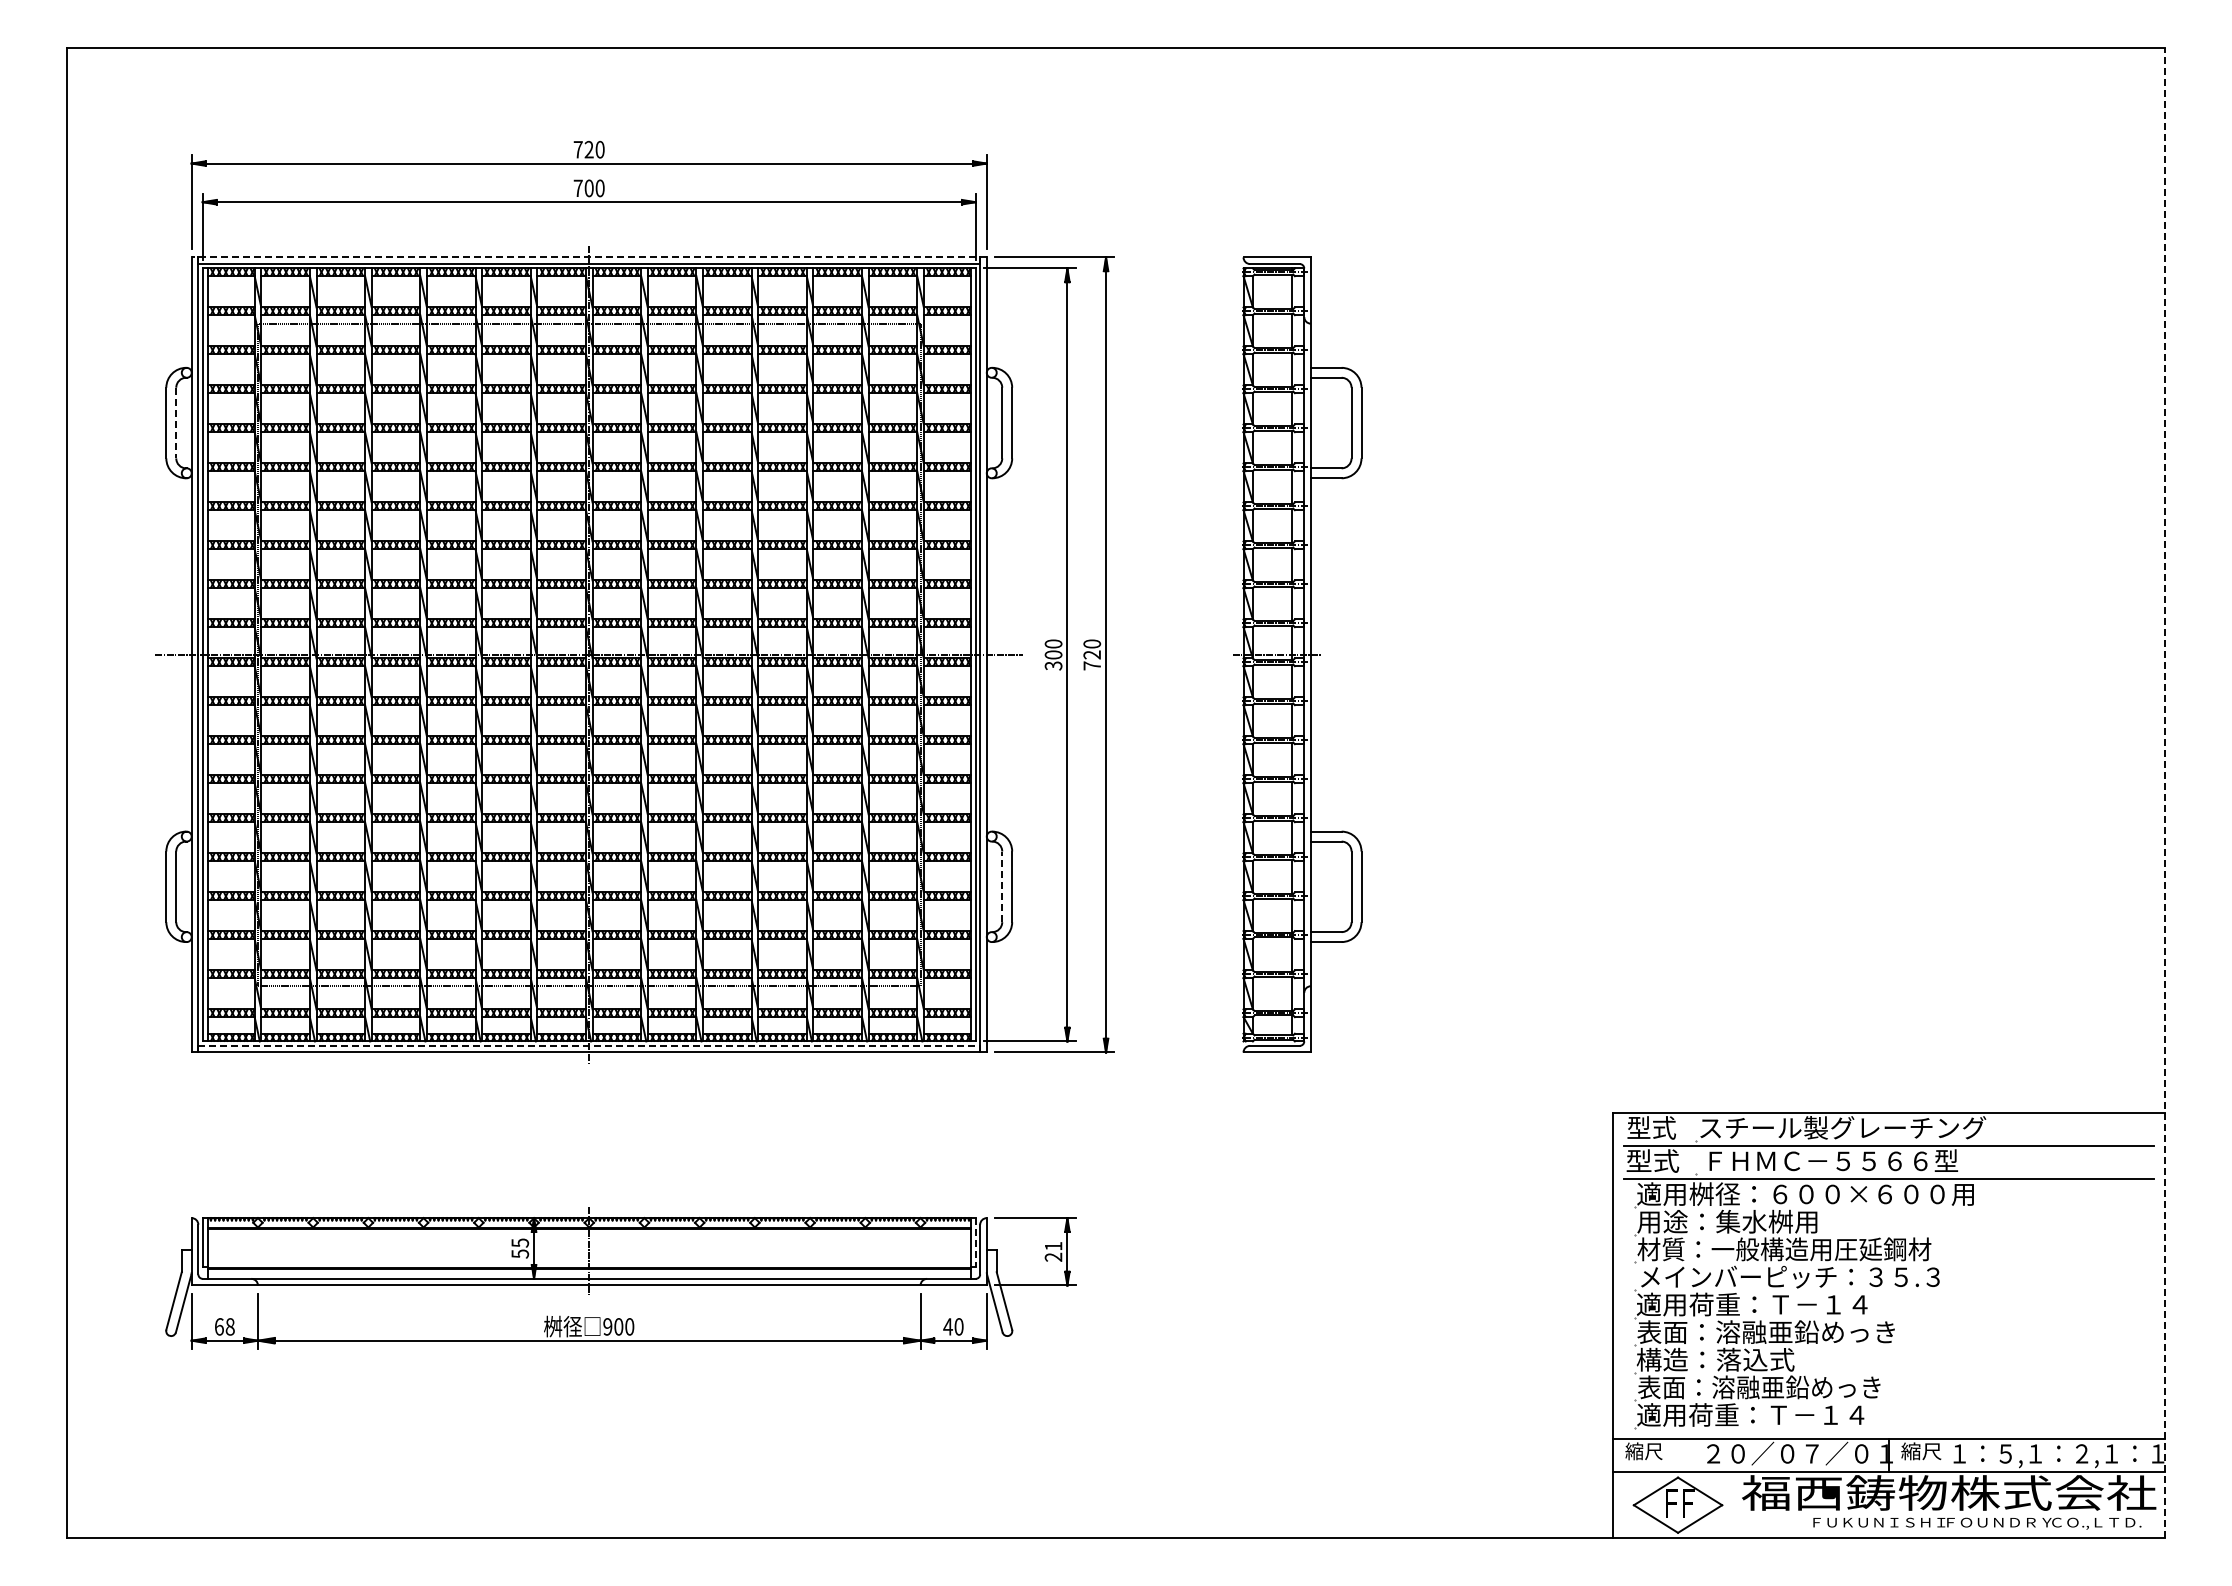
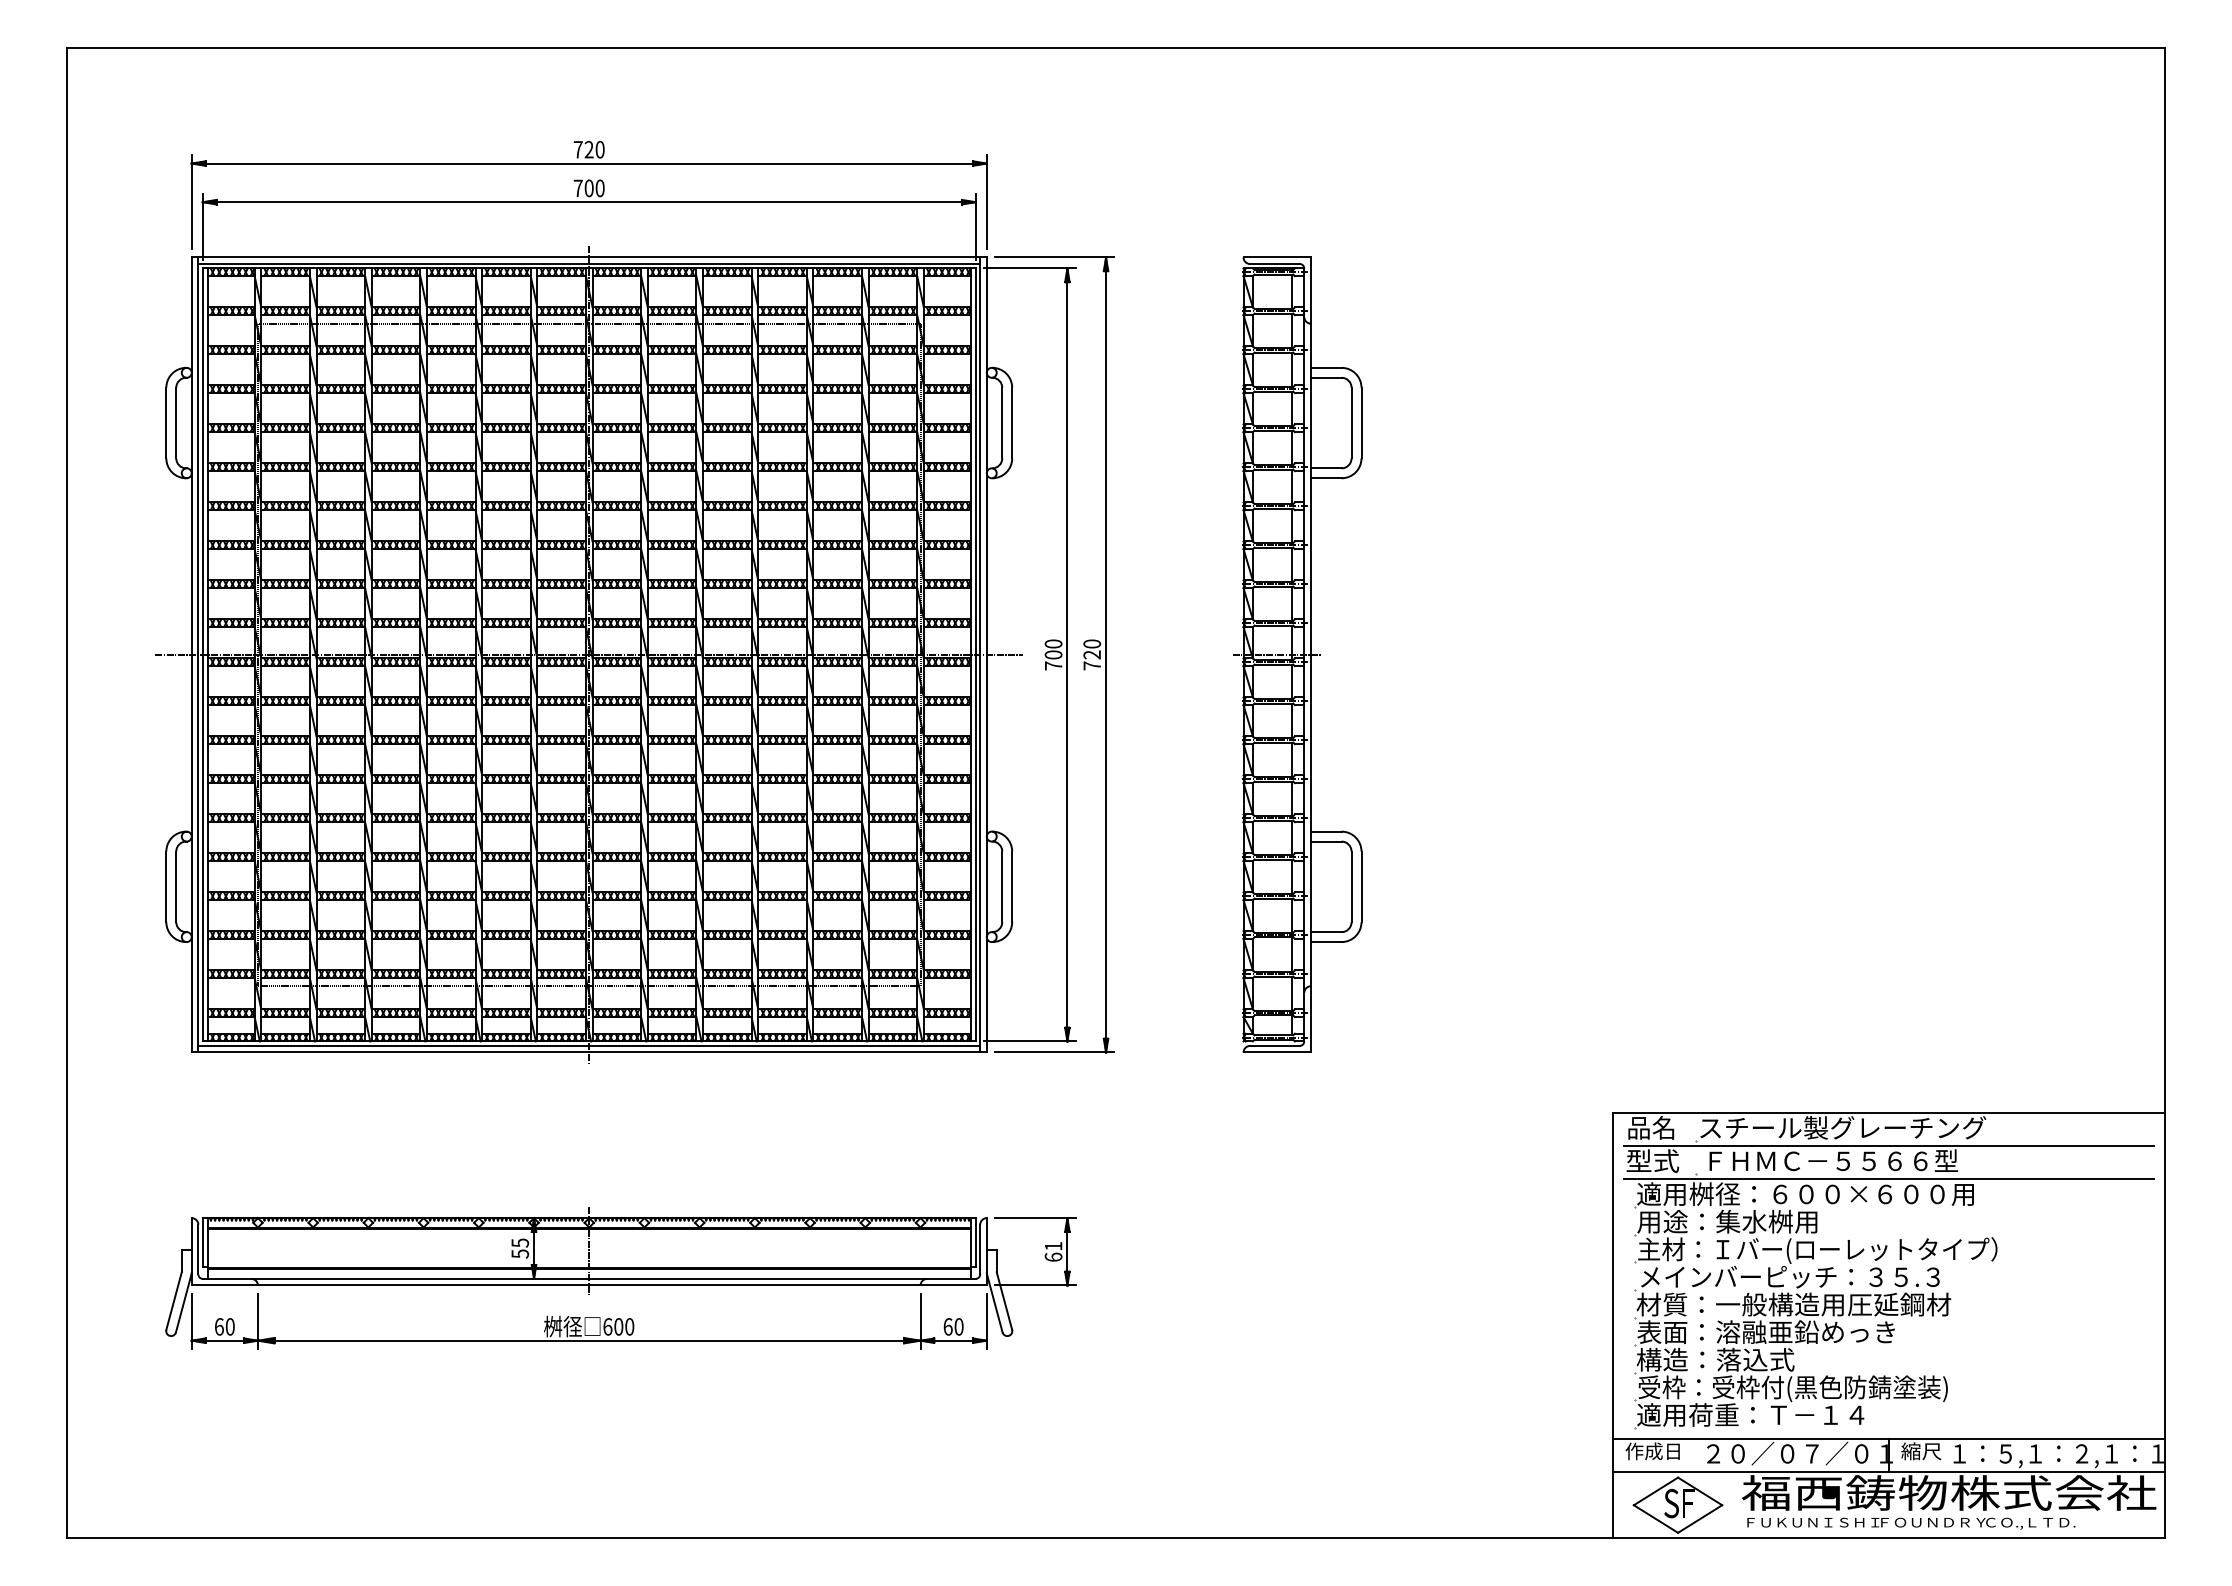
line at (589, 257): dashed -> solid
line at (176, 423): dashed -> solid
text at (1053, 665): 300 -> 700
line at (2165, 792): dashed -> solid
line at (1002, 886): dashed -> solid
line at (589, 1045): dashed -> solid
text at (1651, 1127): 型式 -> 品名
line at (975, 1242): dashed -> solid
text at (1817, 1250): 材質：一般構造用圧延鋼材 -> 主材：Ｉバー(ローレットタイプ）
text at (1053, 1256): 21 -> 61
text at (1793, 1304): 適用荷重：Ｔ－１４ -> 材質：一般構造用圧延鋼材
text at (229, 1326): 68 -> 60
text at (607, 1326): 900 -> 600
text at (947, 1326): 40 -> 60
text at (1792, 1388): 表面：溶融亜鉛めっき -> 受枠：受枠付(黒色防錆塗装)
text at (1652, 1451): 縮尺 -> 作成日
text at (1671, 1503): F -> S
text at (1977, 1523) position: (1977, 1523) -> (1911, 1523)
